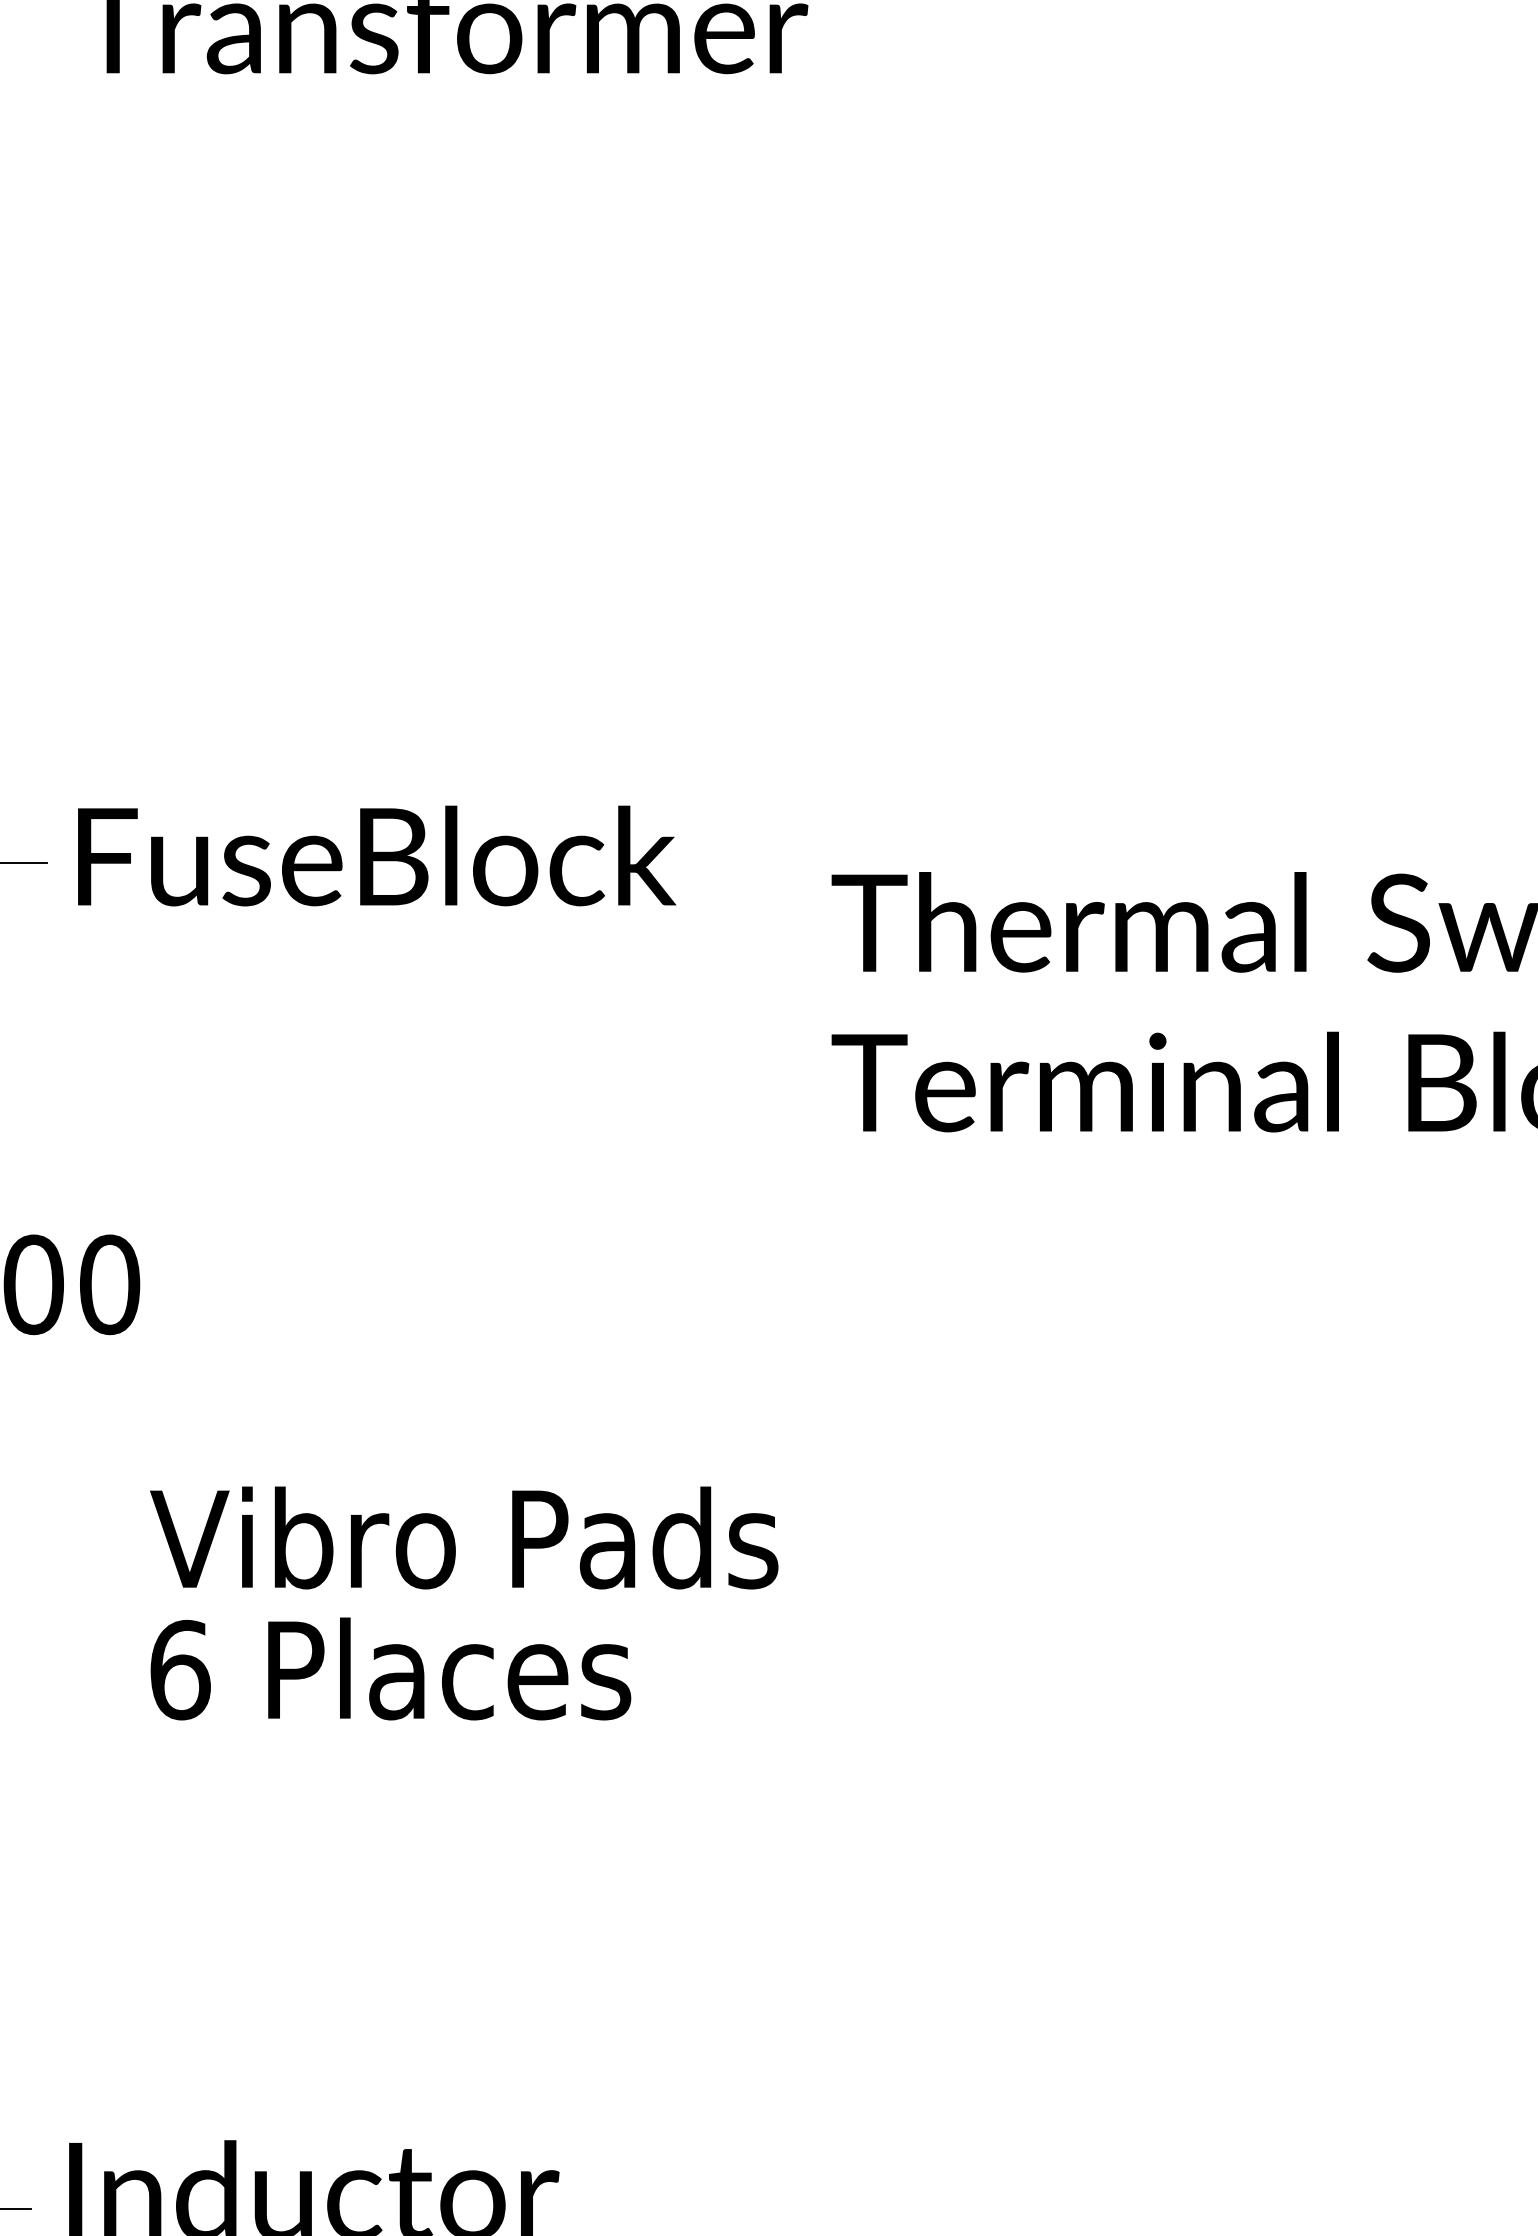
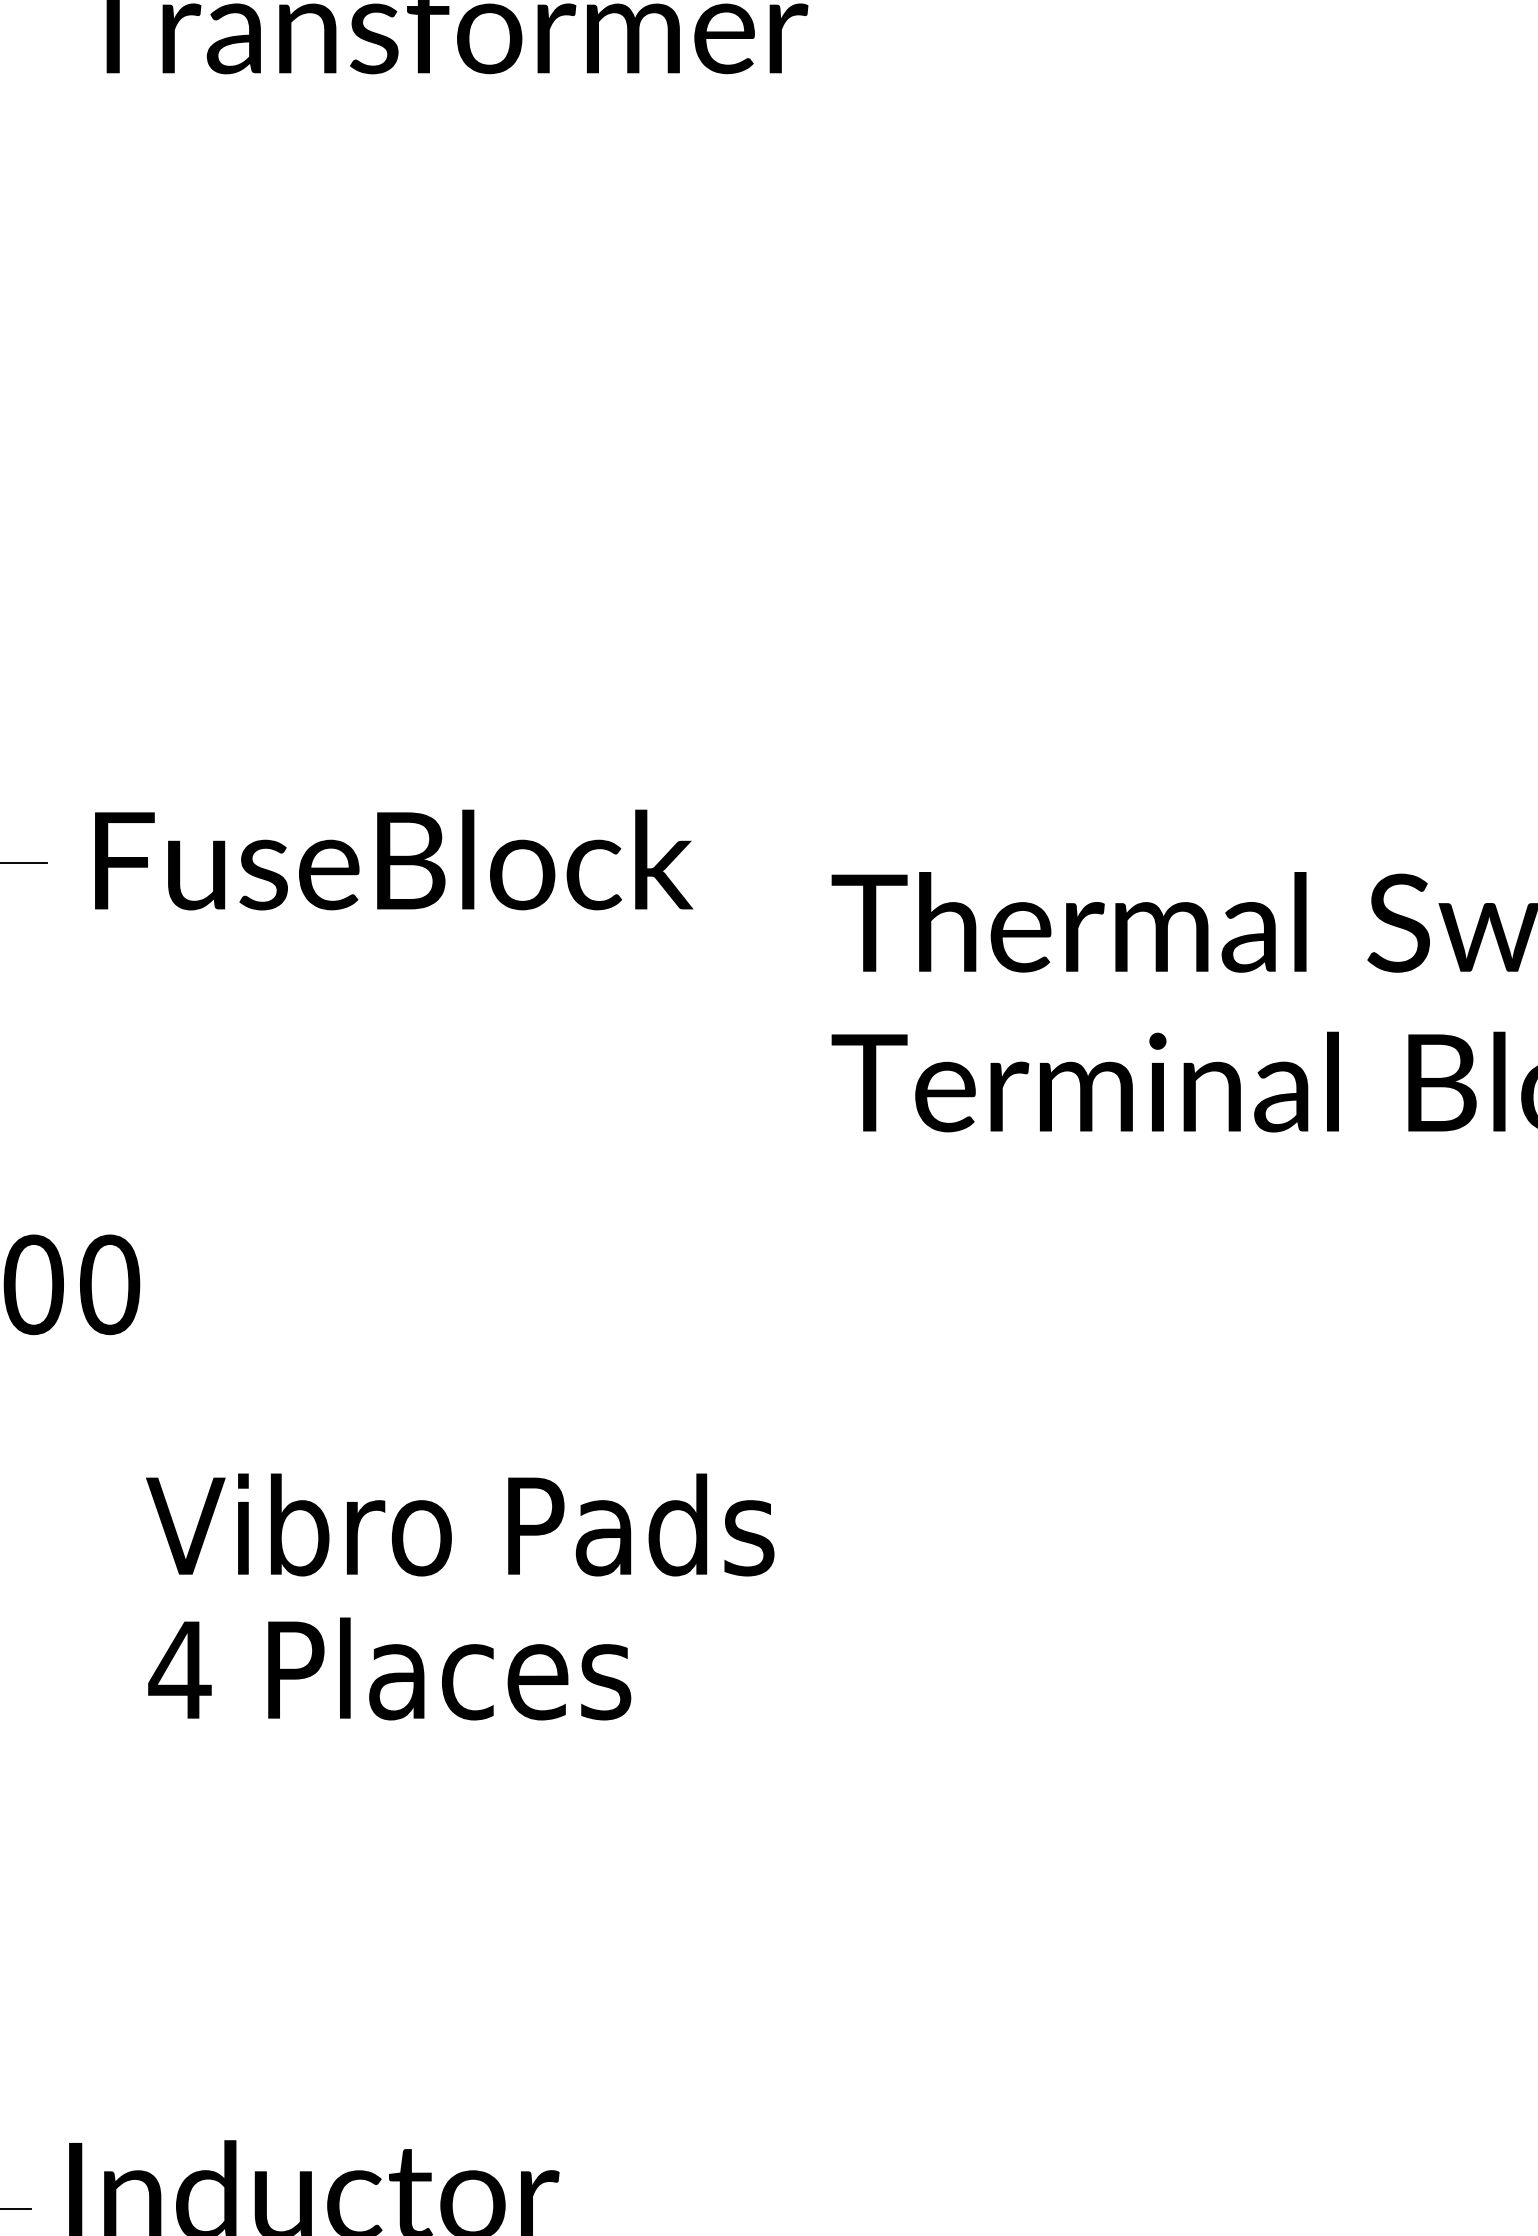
text at (377, 855) position: (377, 855) -> (394, 859)
text at (464, 1537) position: (464, 1537) -> (460, 1524)
text at (179, 1669): 6 -> 4
